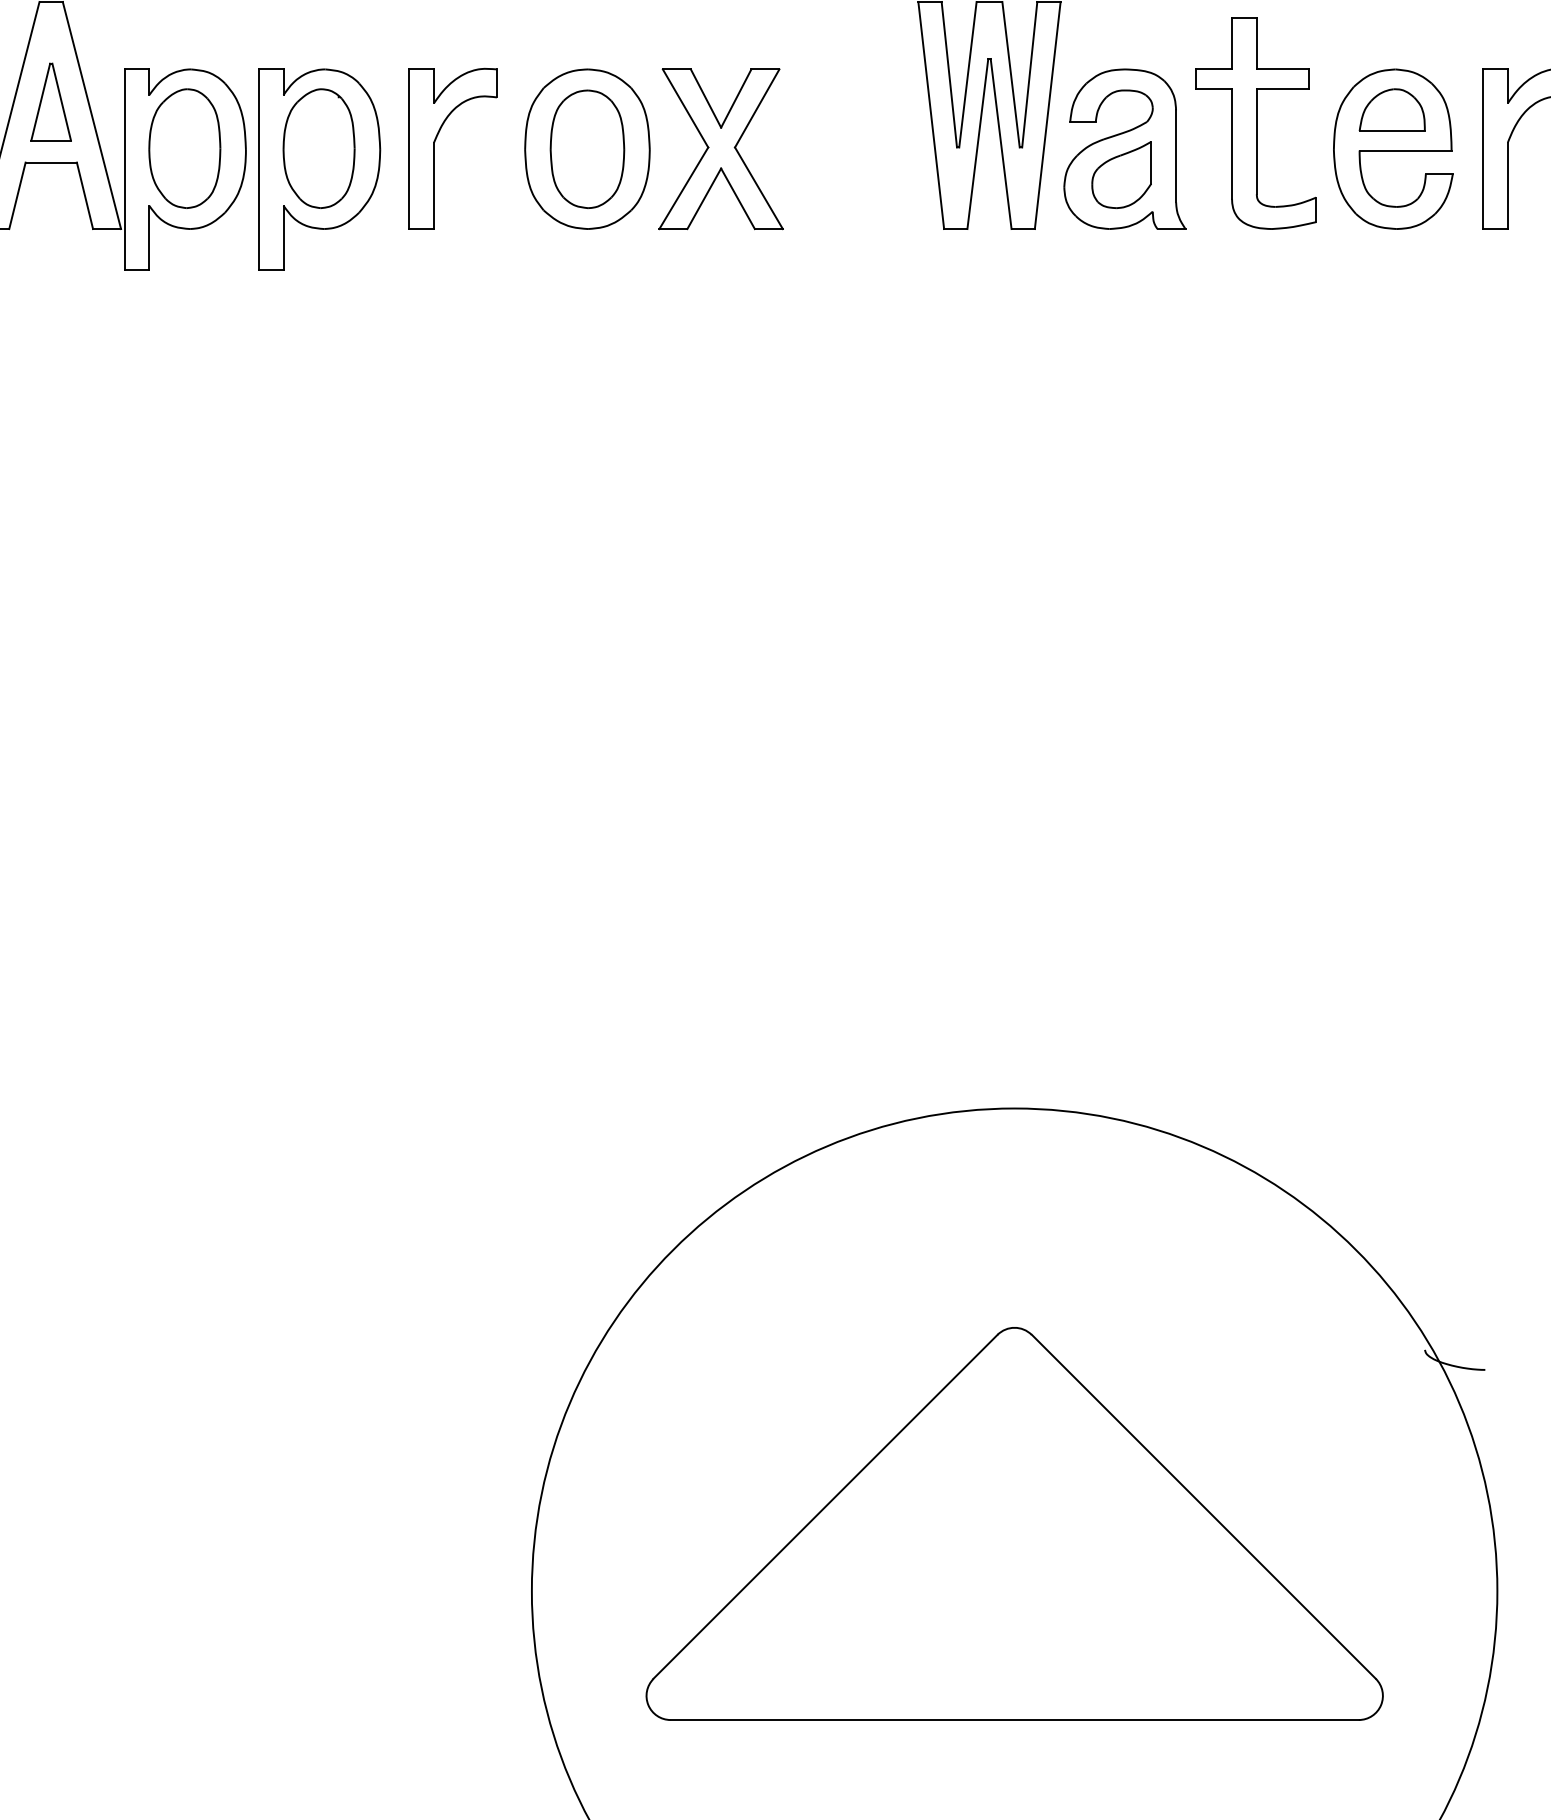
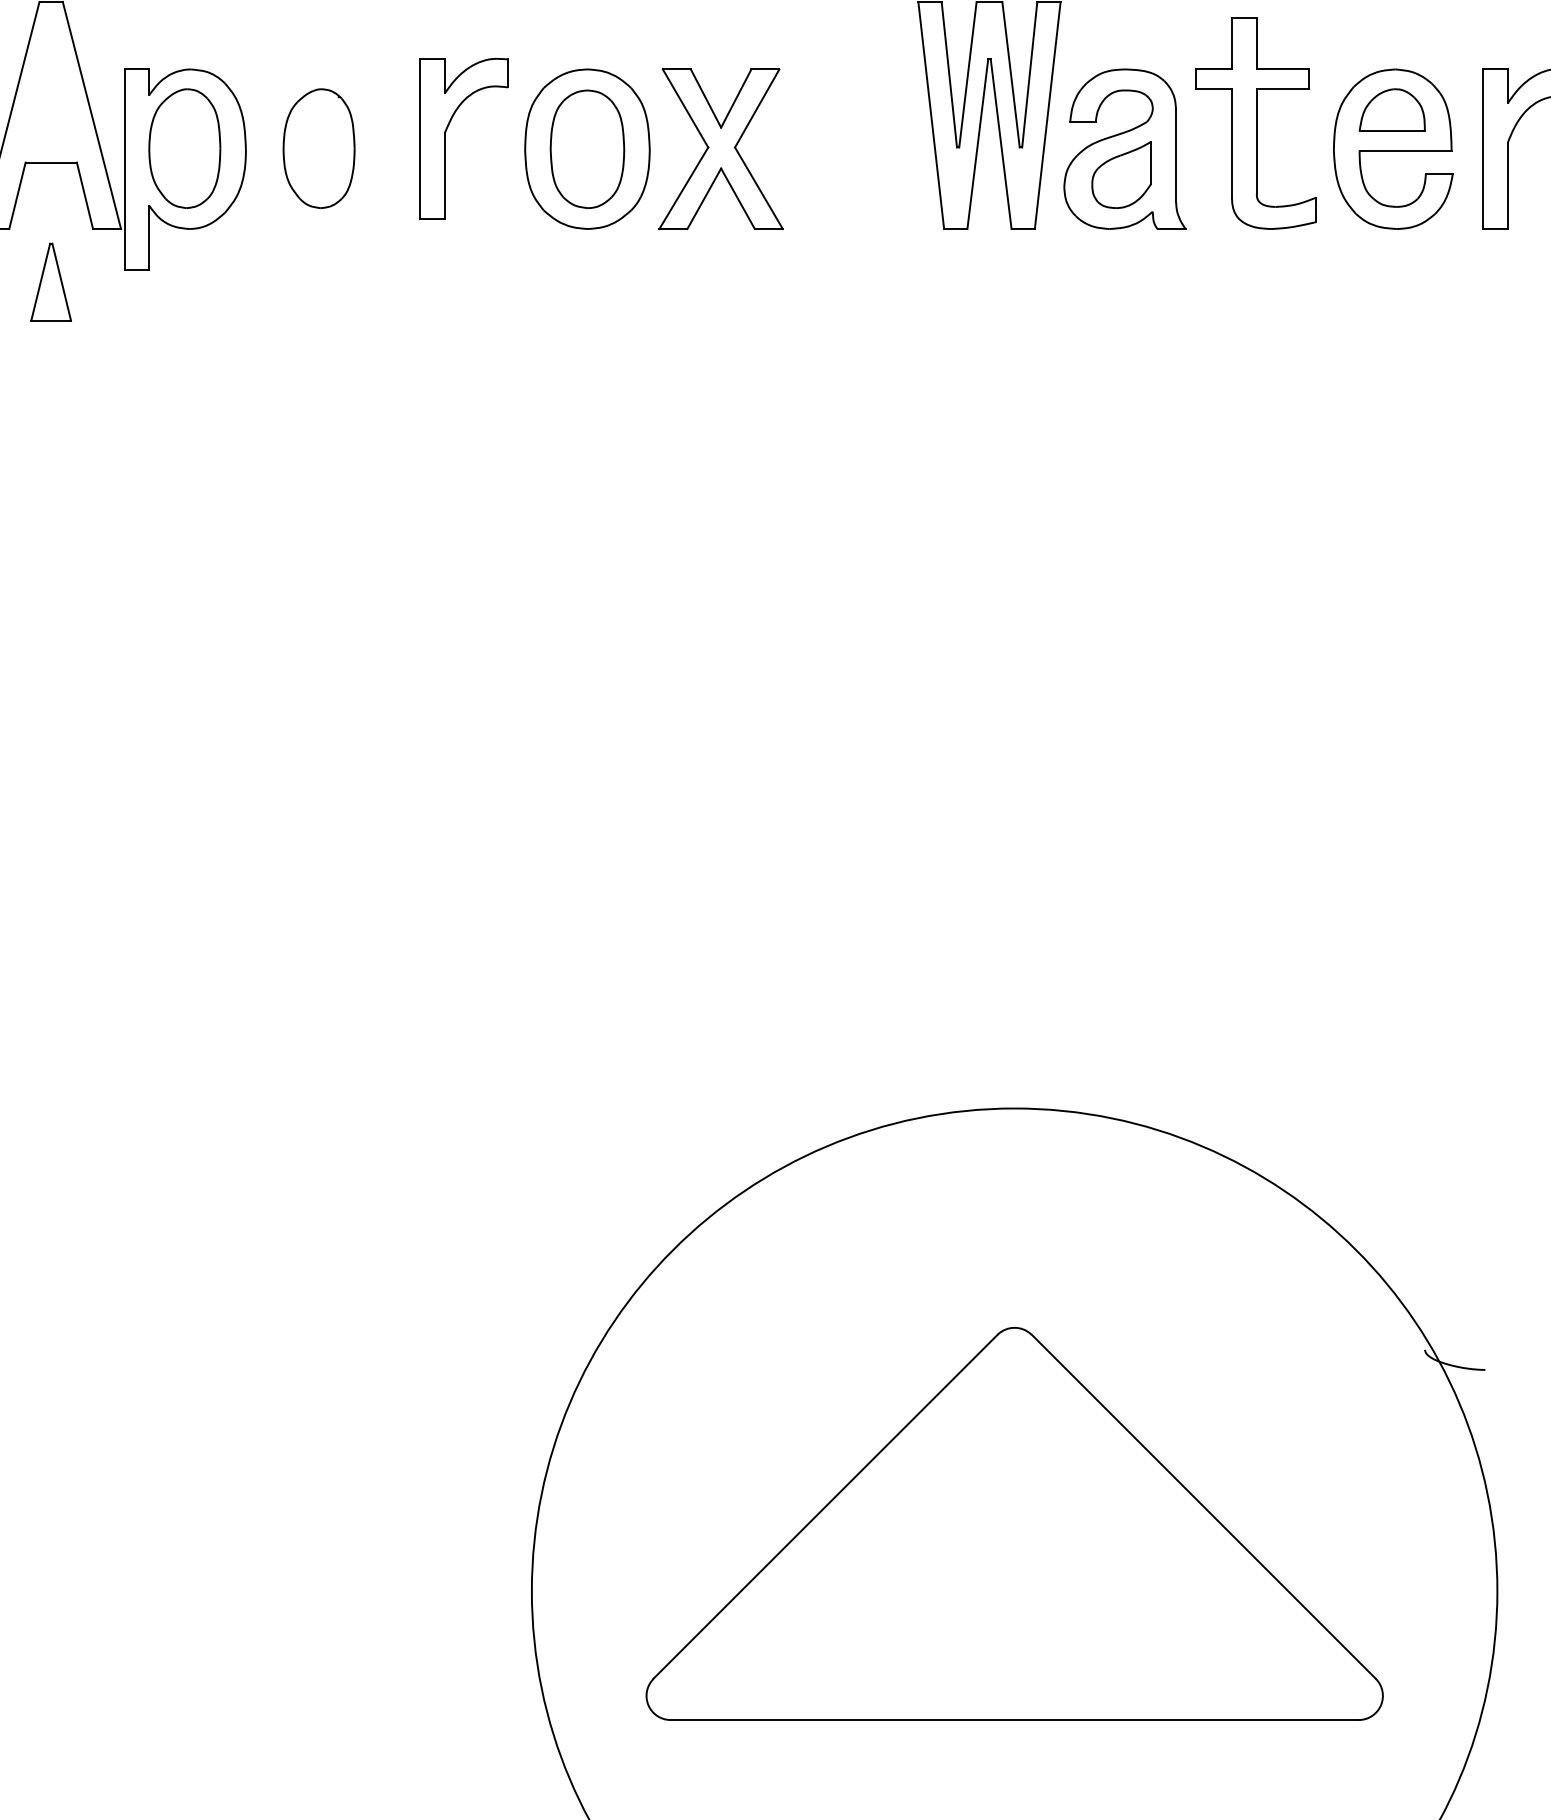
part at (50, 101) position: (50, 101) -> (50, 281)
part at (434, 148) position: (434, 148) -> (445, 138)
part at (319, 169): present -> none
